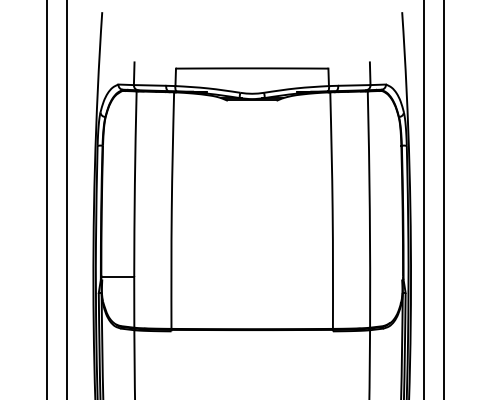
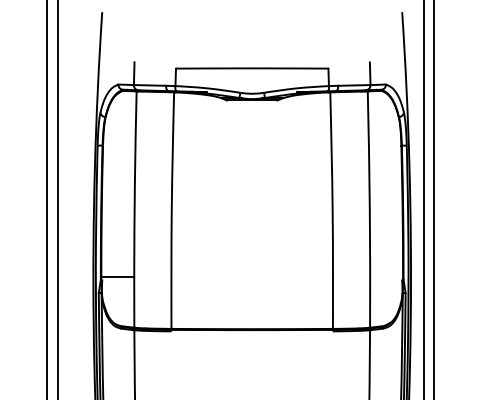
line at (66, 199) position: (66, 199) -> (57, 199)
line at (444, 199) position: (444, 199) -> (434, 199)
